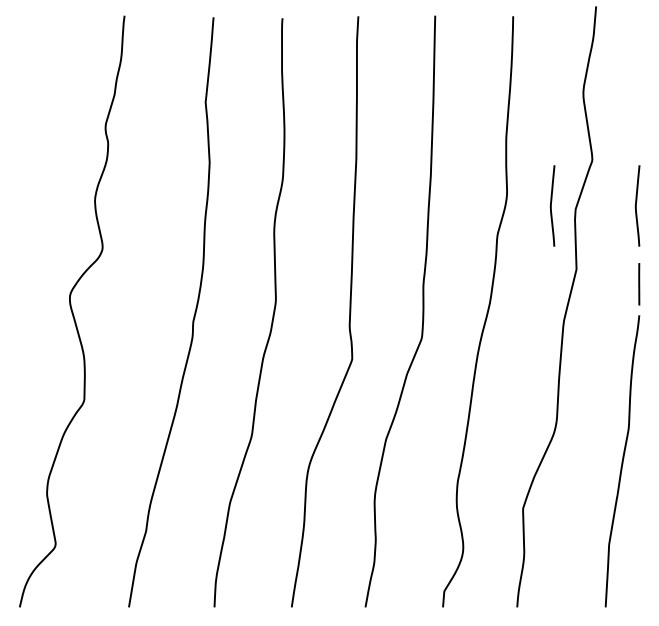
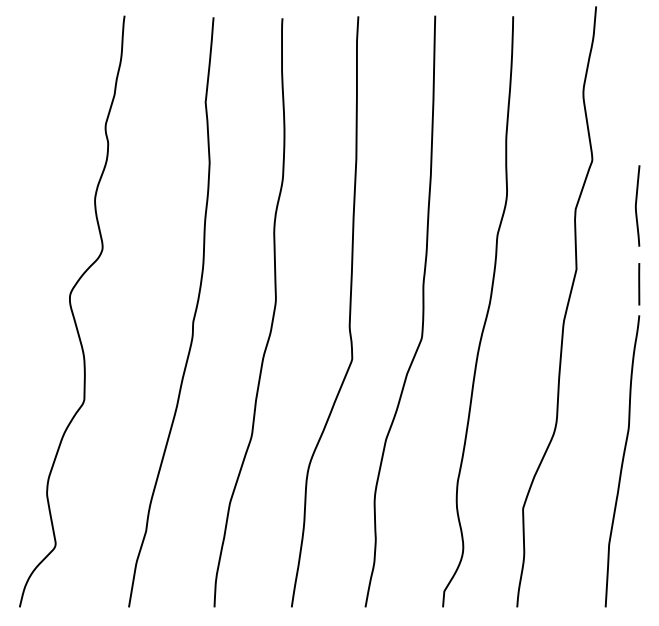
curve at (551, 205): present -> none
